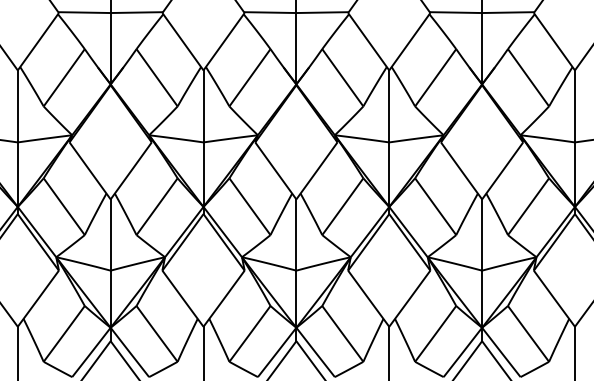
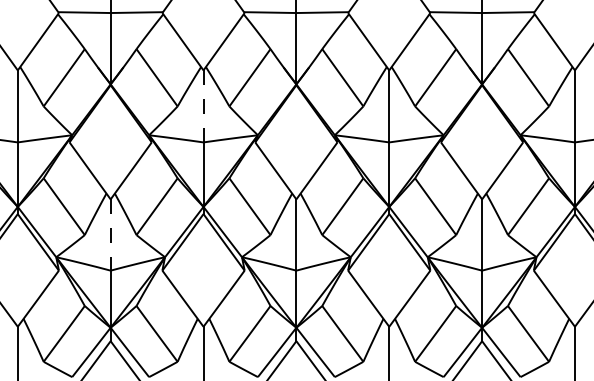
line at (203, 106): solid -> dashed
line at (110, 235): solid -> dashed
